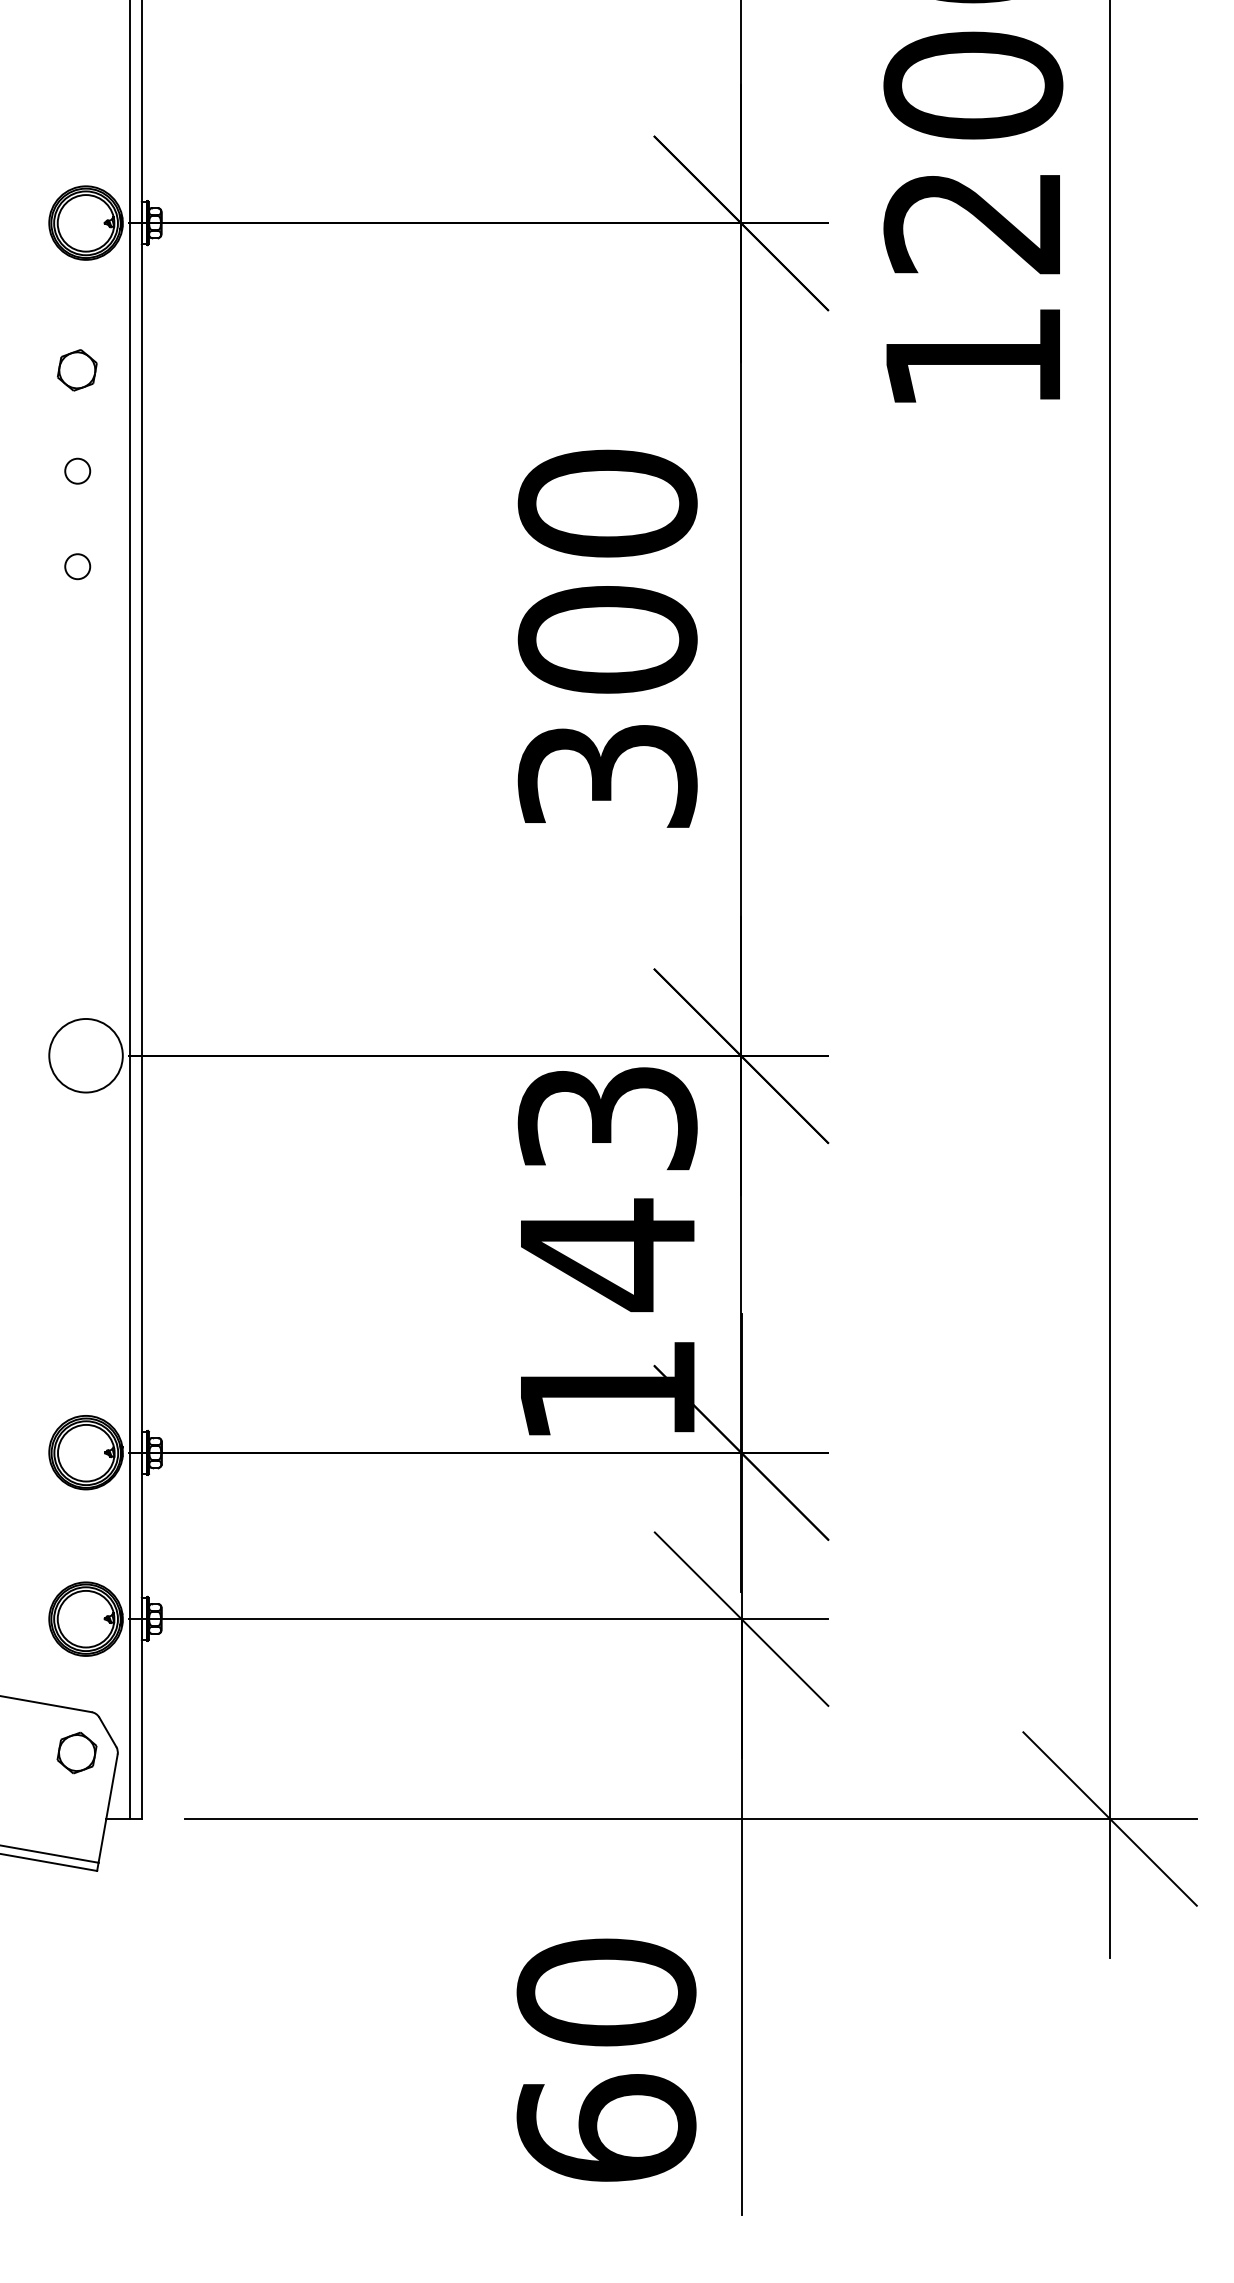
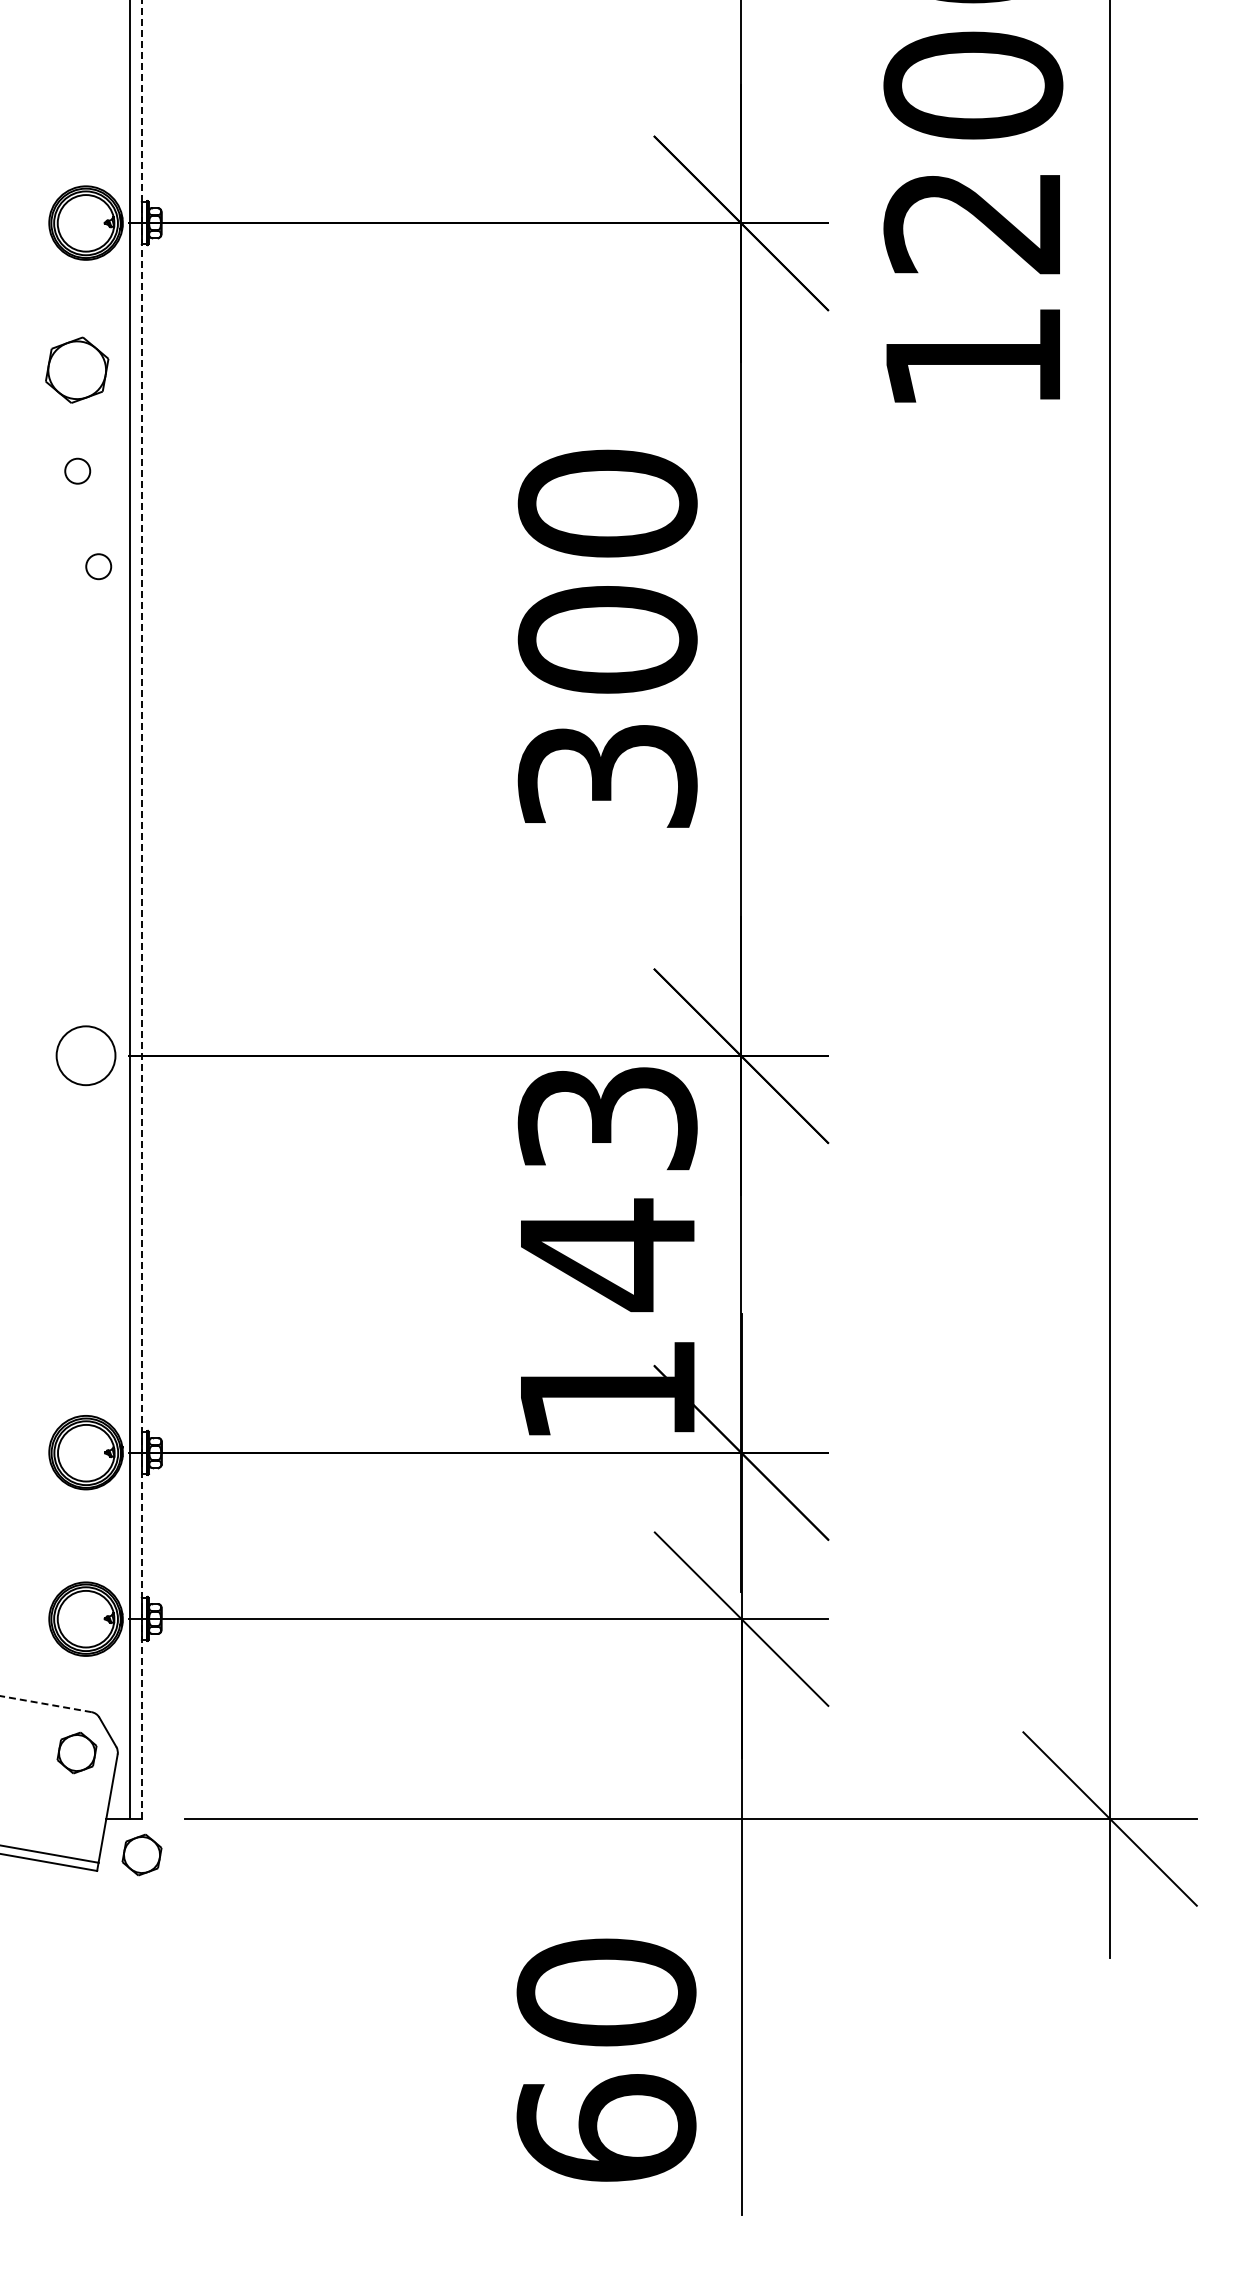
part at (77, 370) size: 41x43 px -> 65x68 px
circle at (77, 566) position: (77, 566) -> (98, 566)
line at (141, 909): solid -> dashed
circle at (85, 1055) diameter: 74 px -> 59 px
line at (45, 1704): solid -> dashed
part at (141, 1854): none -> present
